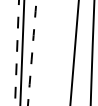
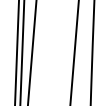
line at (17, 53): dashed -> solid
line at (32, 53): dashed -> solid
